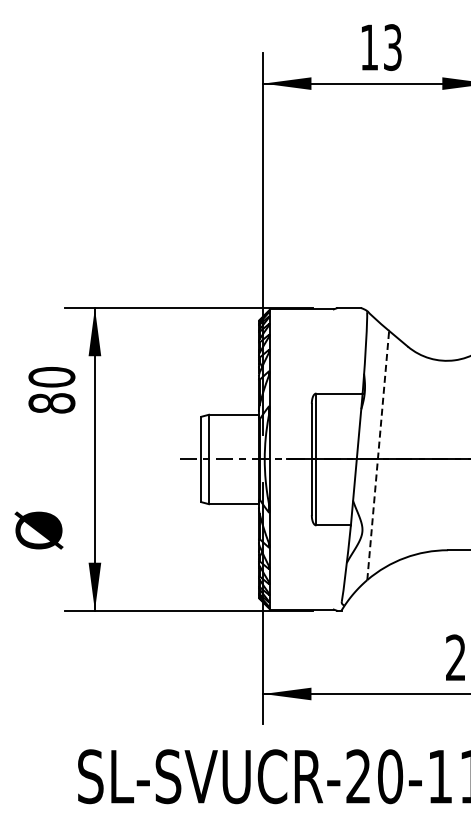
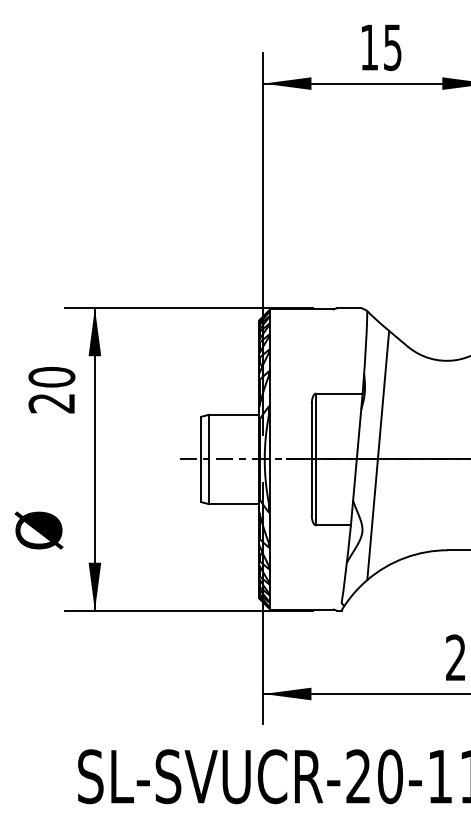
text at (392, 47): 13 -> 15
text at (51, 403): 80 -> 20
line at (378, 455): dashed -> solid
